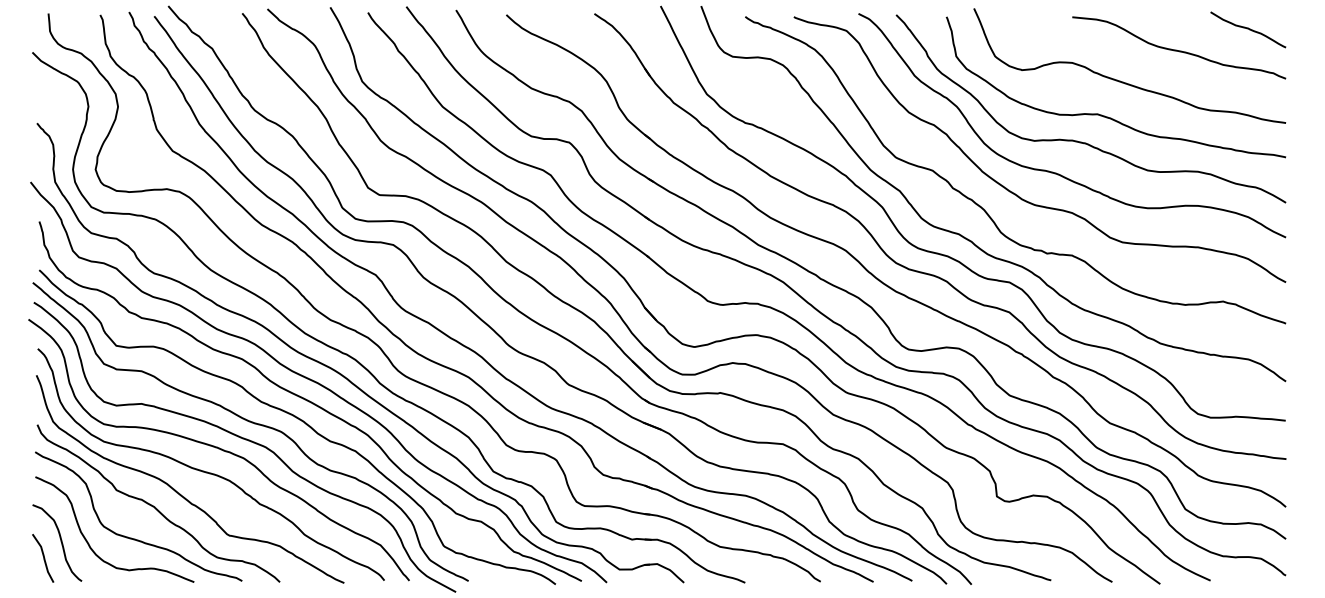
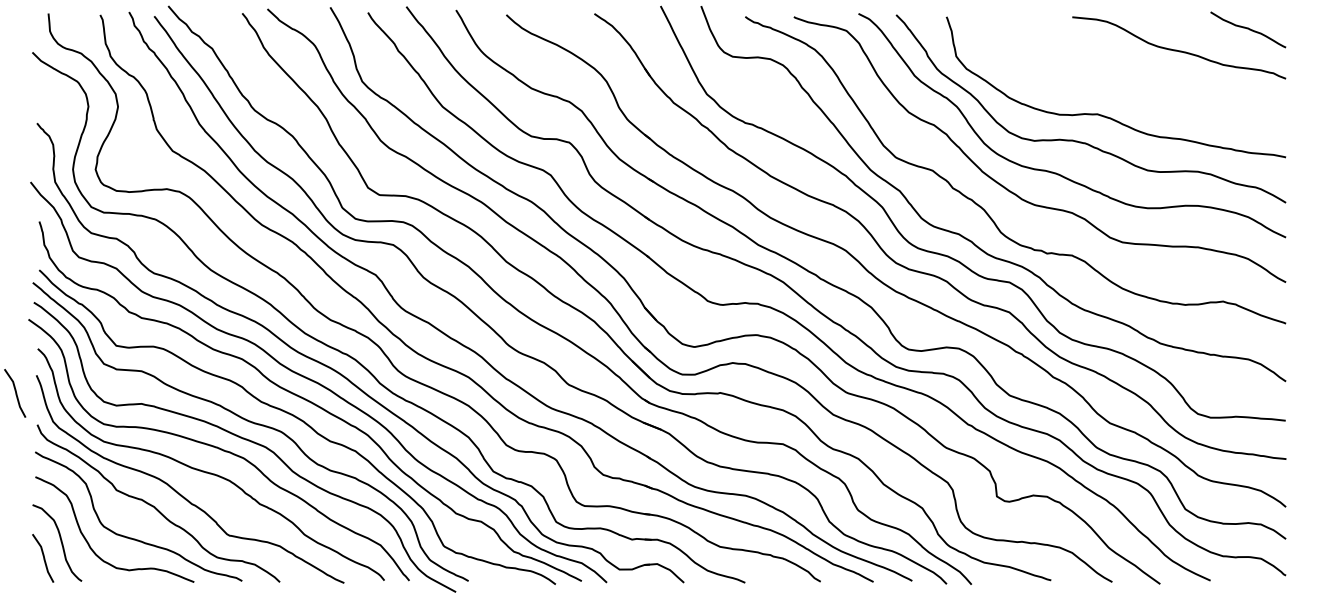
curve at (1123, 81): present -> none
curve at (15, 393): none -> present
